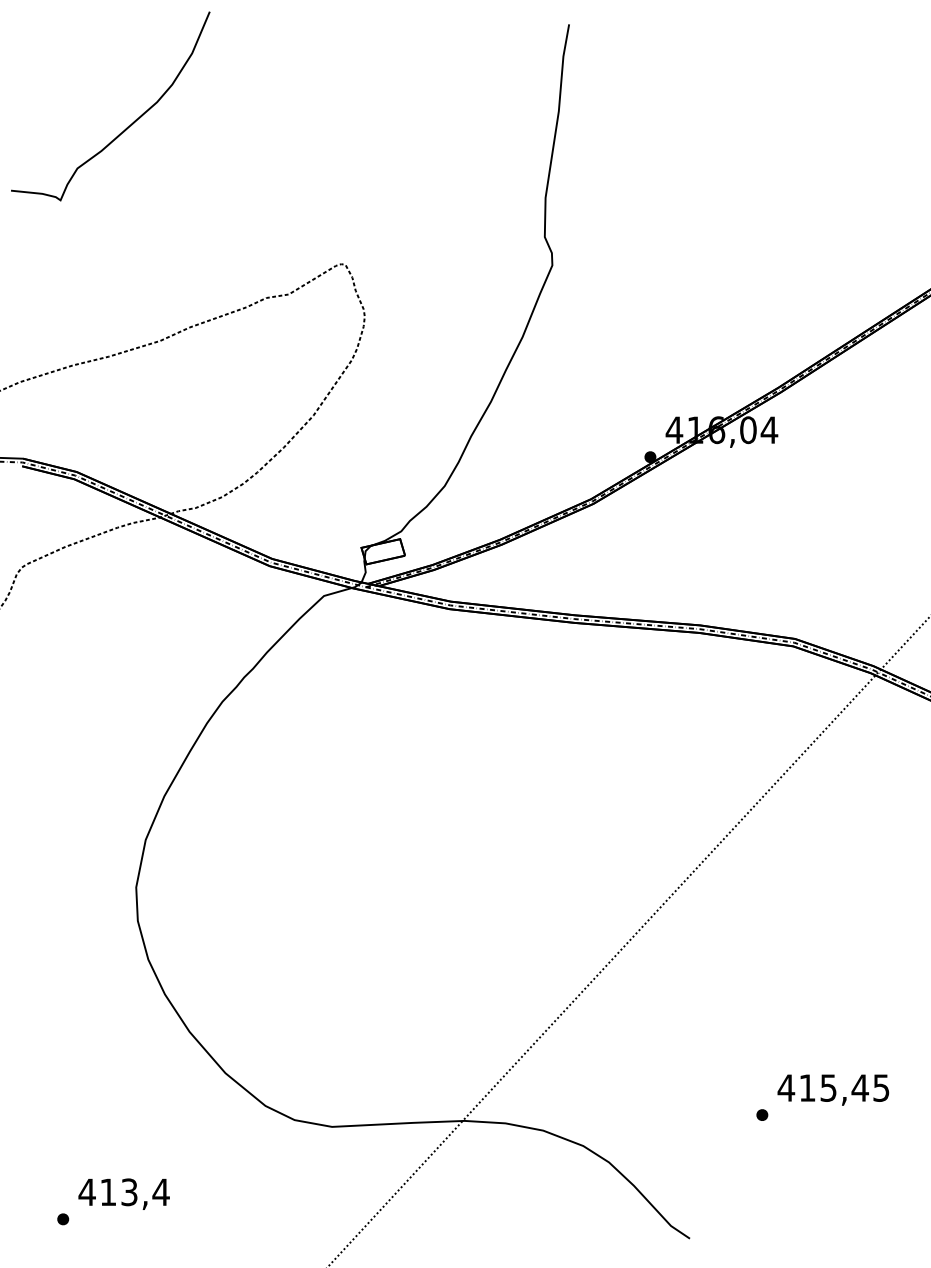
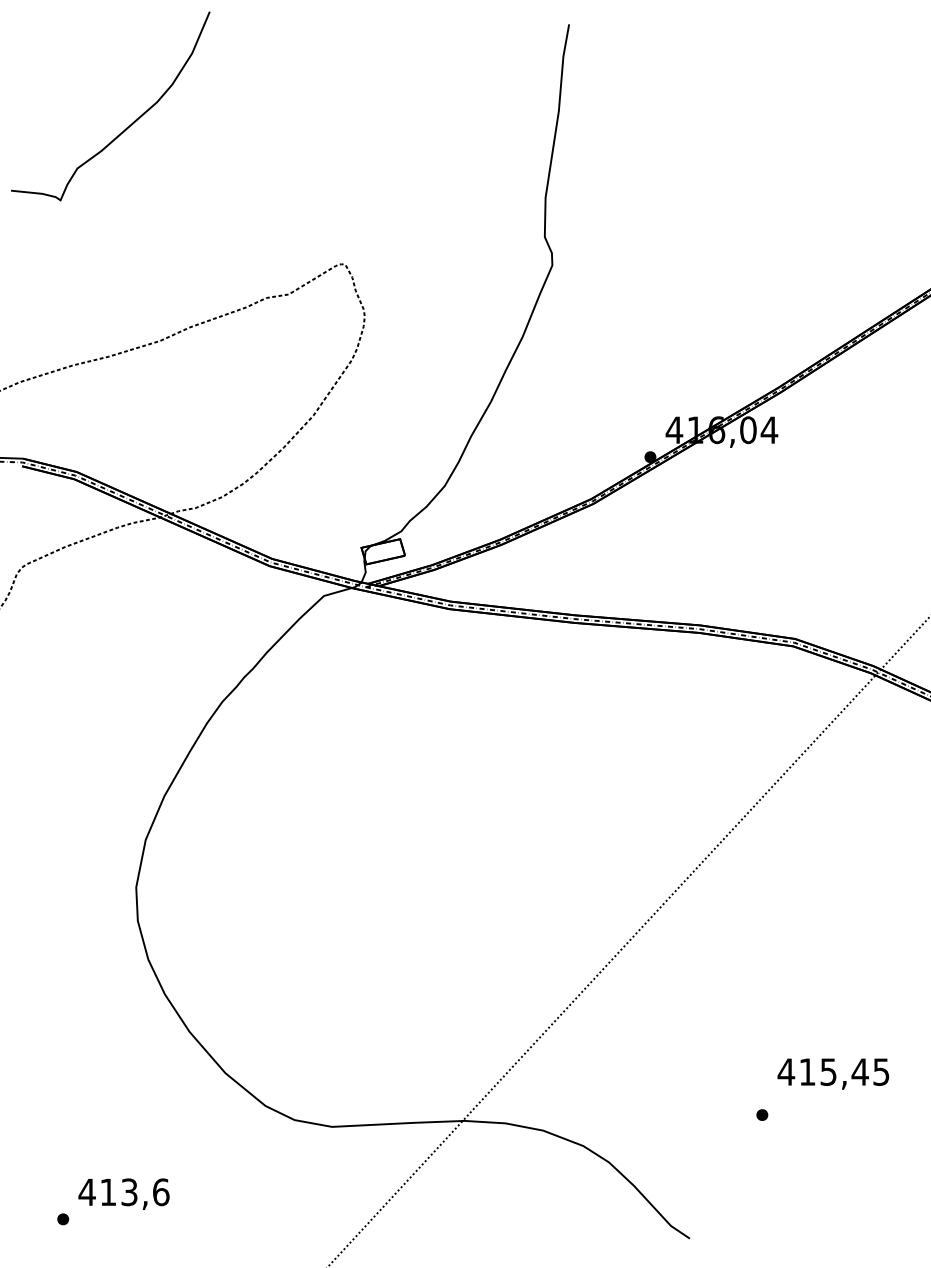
text at (833, 1089) position: (833, 1089) -> (833, 1073)
text at (160, 1192): 413,4 -> 413,6
